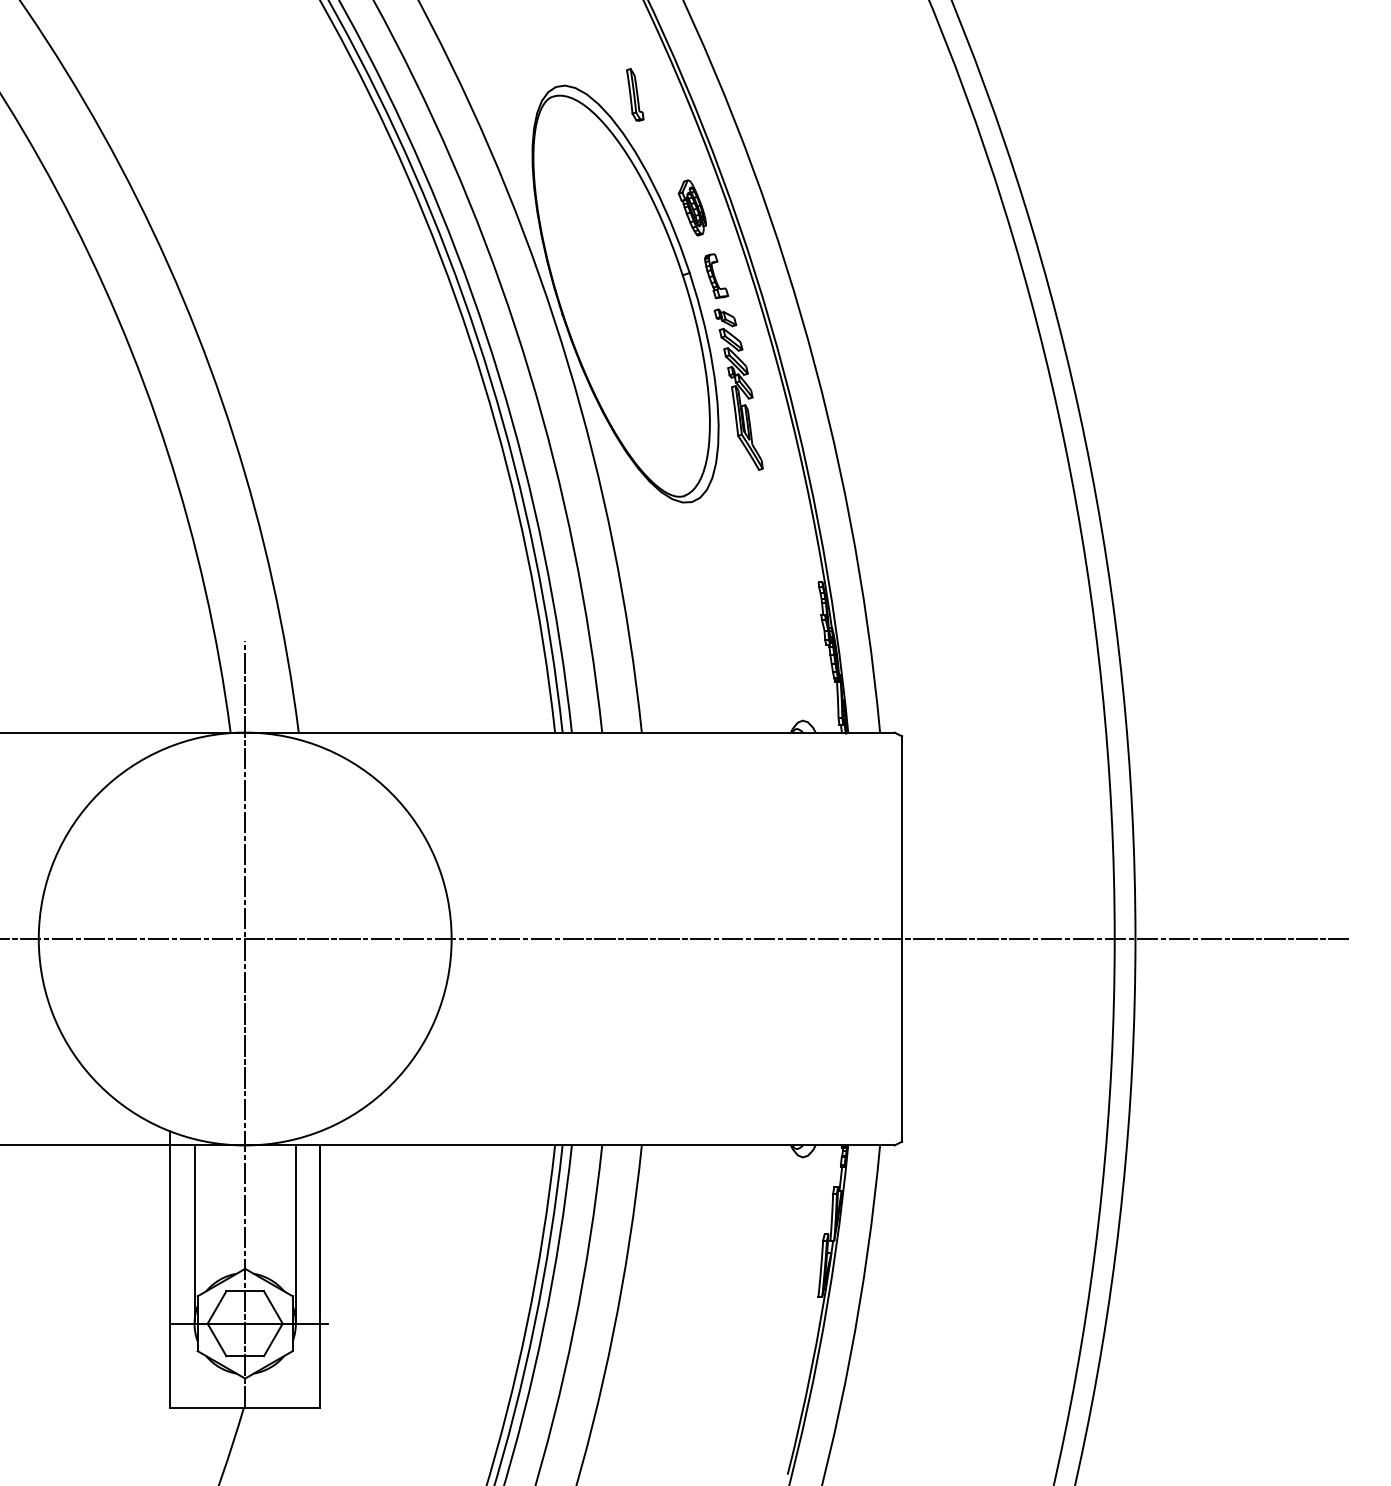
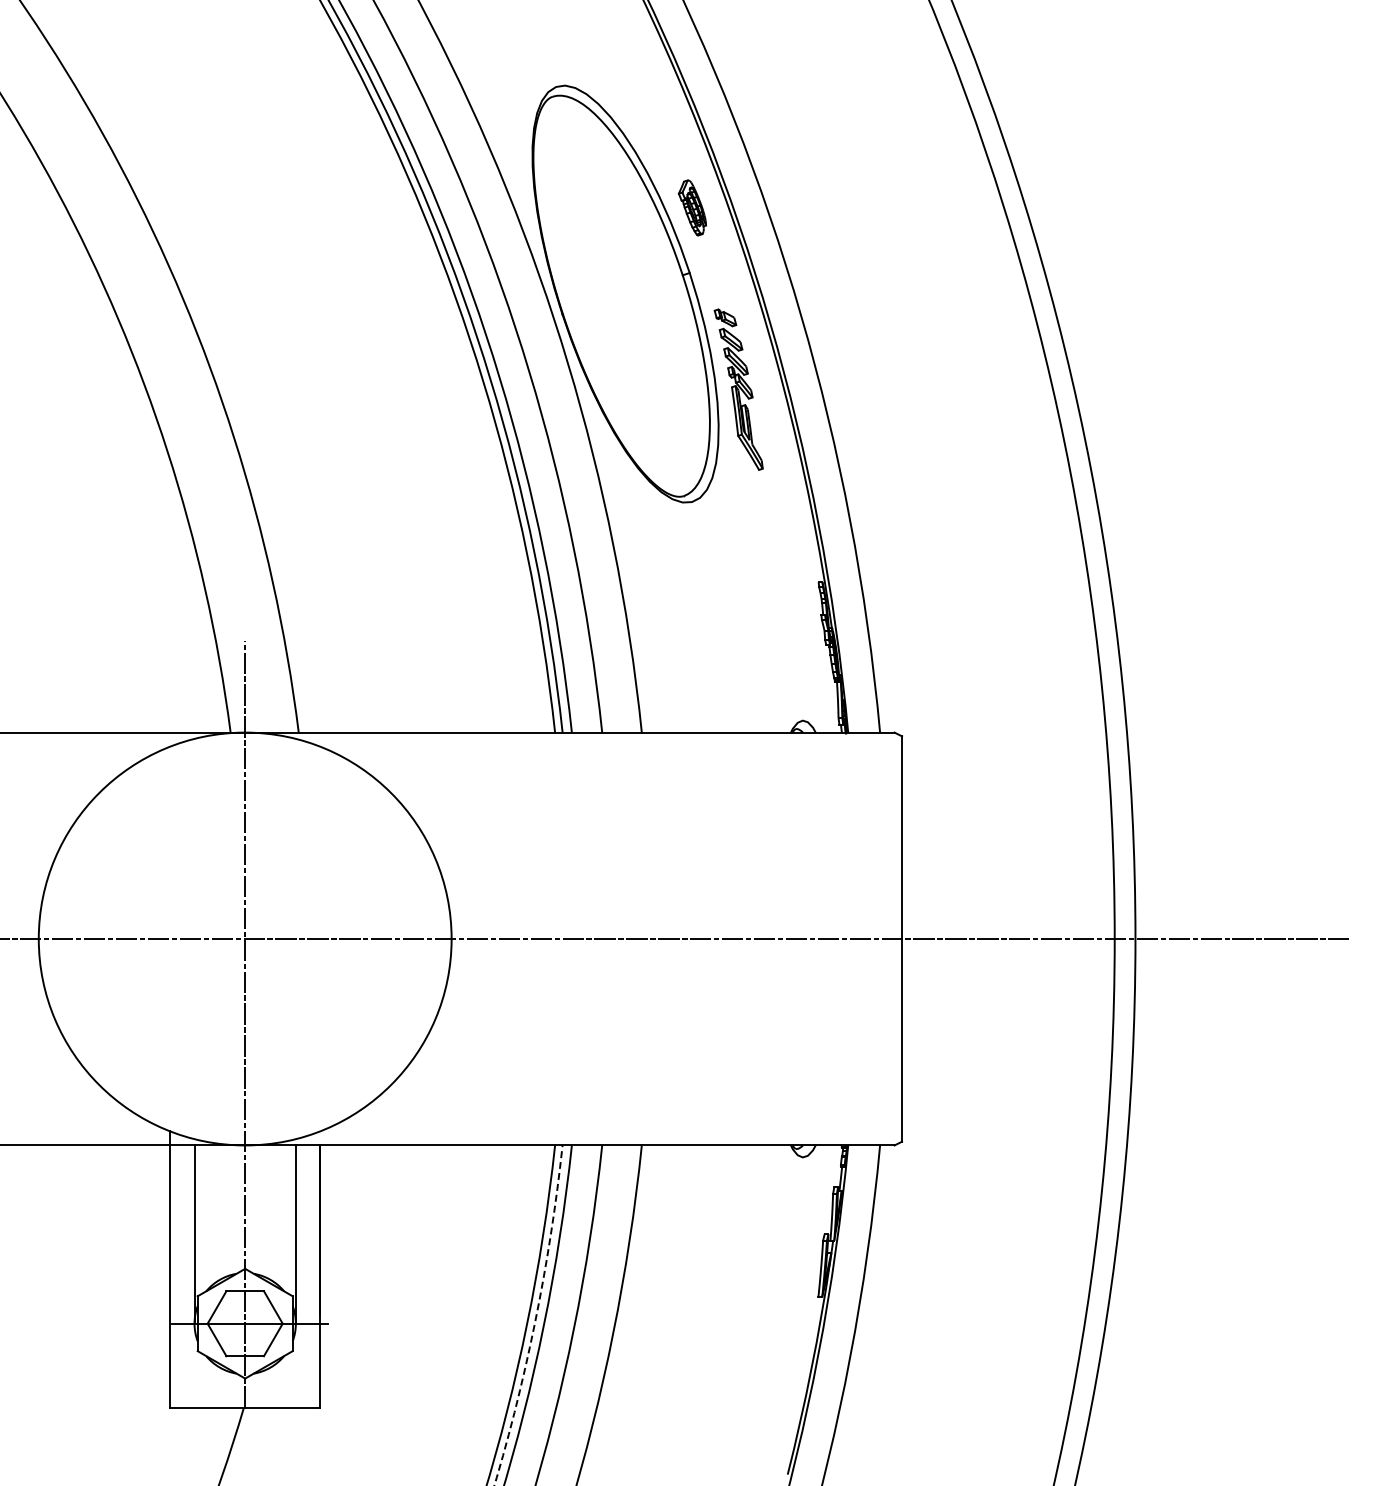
part at (635, 94): present -> none
part at (716, 276): present -> none
arc at (536, 1315): solid -> dashed
